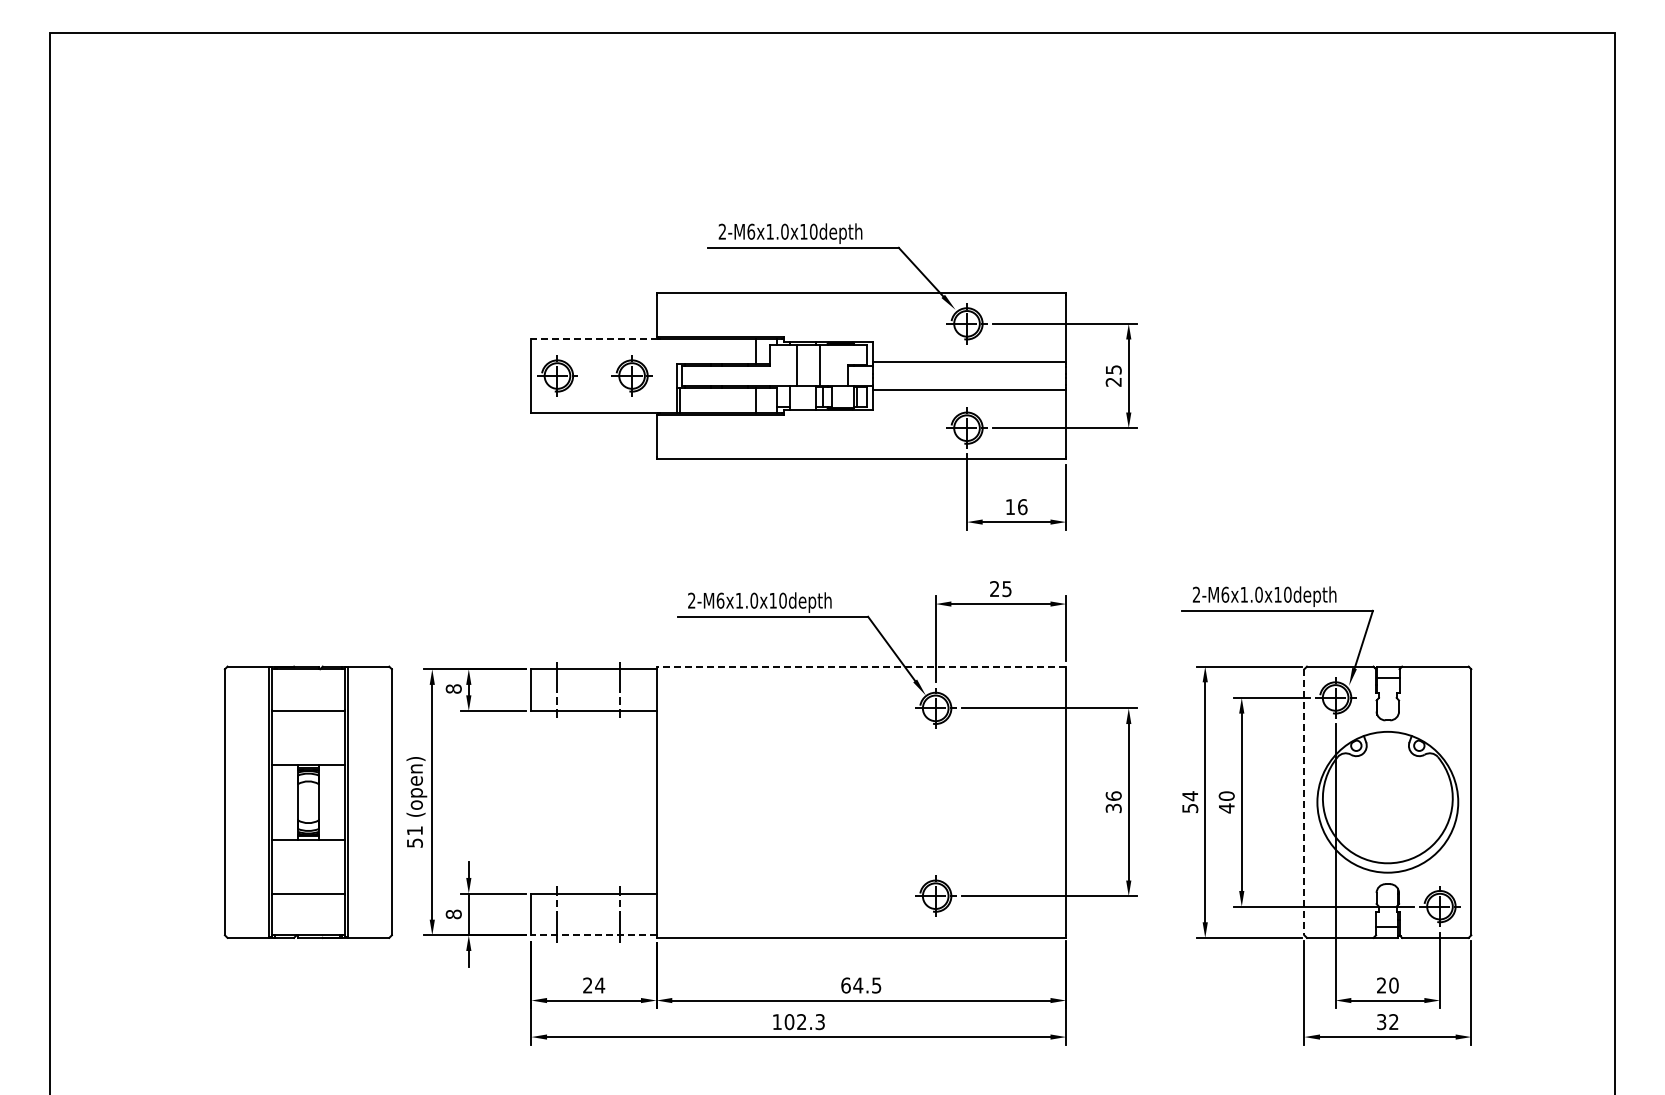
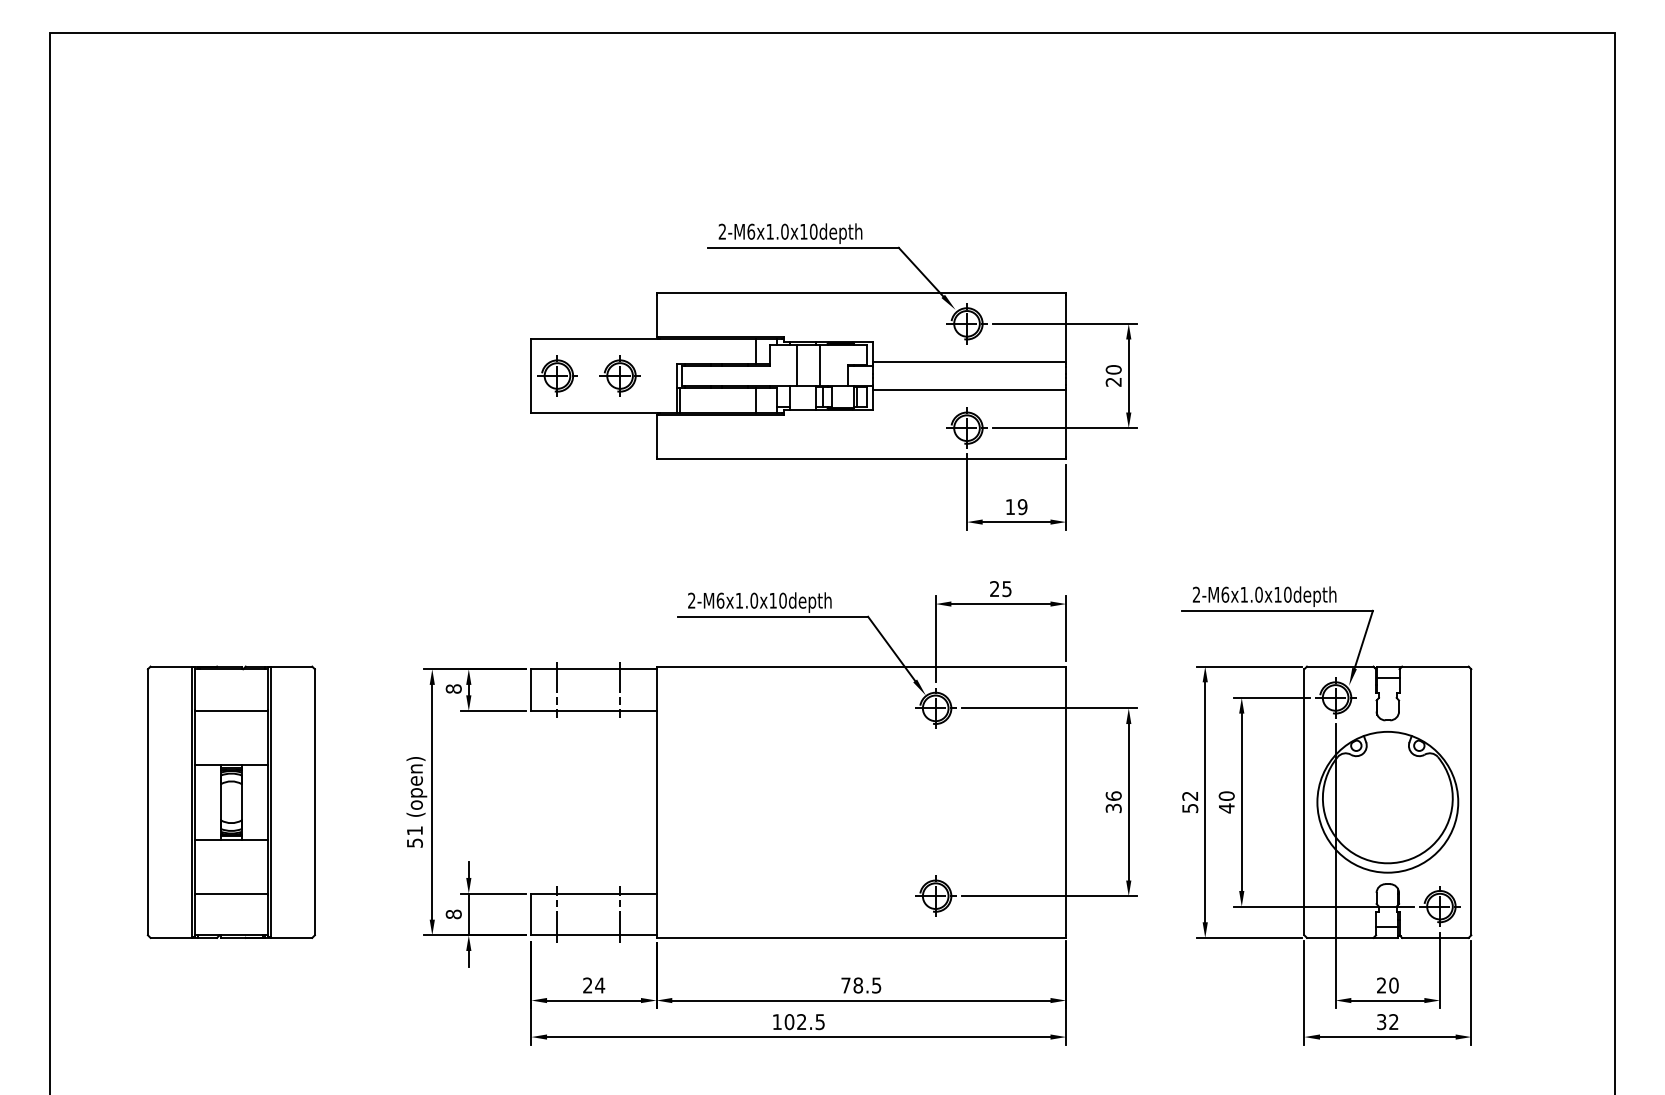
line at (594, 339): dashed -> solid
text at (1113, 369): 25 -> 20
part at (631, 375) position: (631, 375) -> (619, 375)
text at (1022, 507): 16 -> 19
line at (861, 666): dashed -> solid
text at (1189, 796): 54 -> 52
part at (307, 801) position: (307, 801) -> (230, 801)
line at (1304, 802): dashed -> solid
line at (594, 935): dashed -> solid
text at (852, 985): 64.5 -> 78.5
text at (820, 1021): 102.3 -> 102.5
